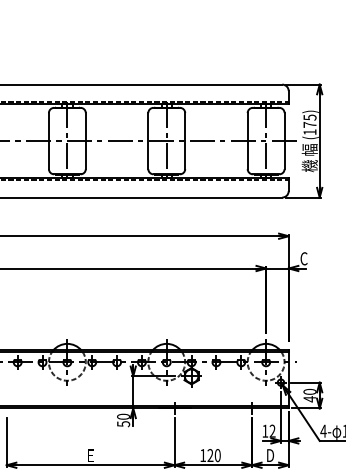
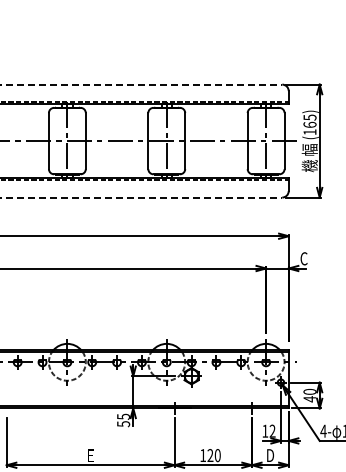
line at (141, 84): solid -> dashed
text at (309, 124): (175) -> (165)
line at (141, 197): solid -> dashed
text at (123, 416): 50 -> 55
